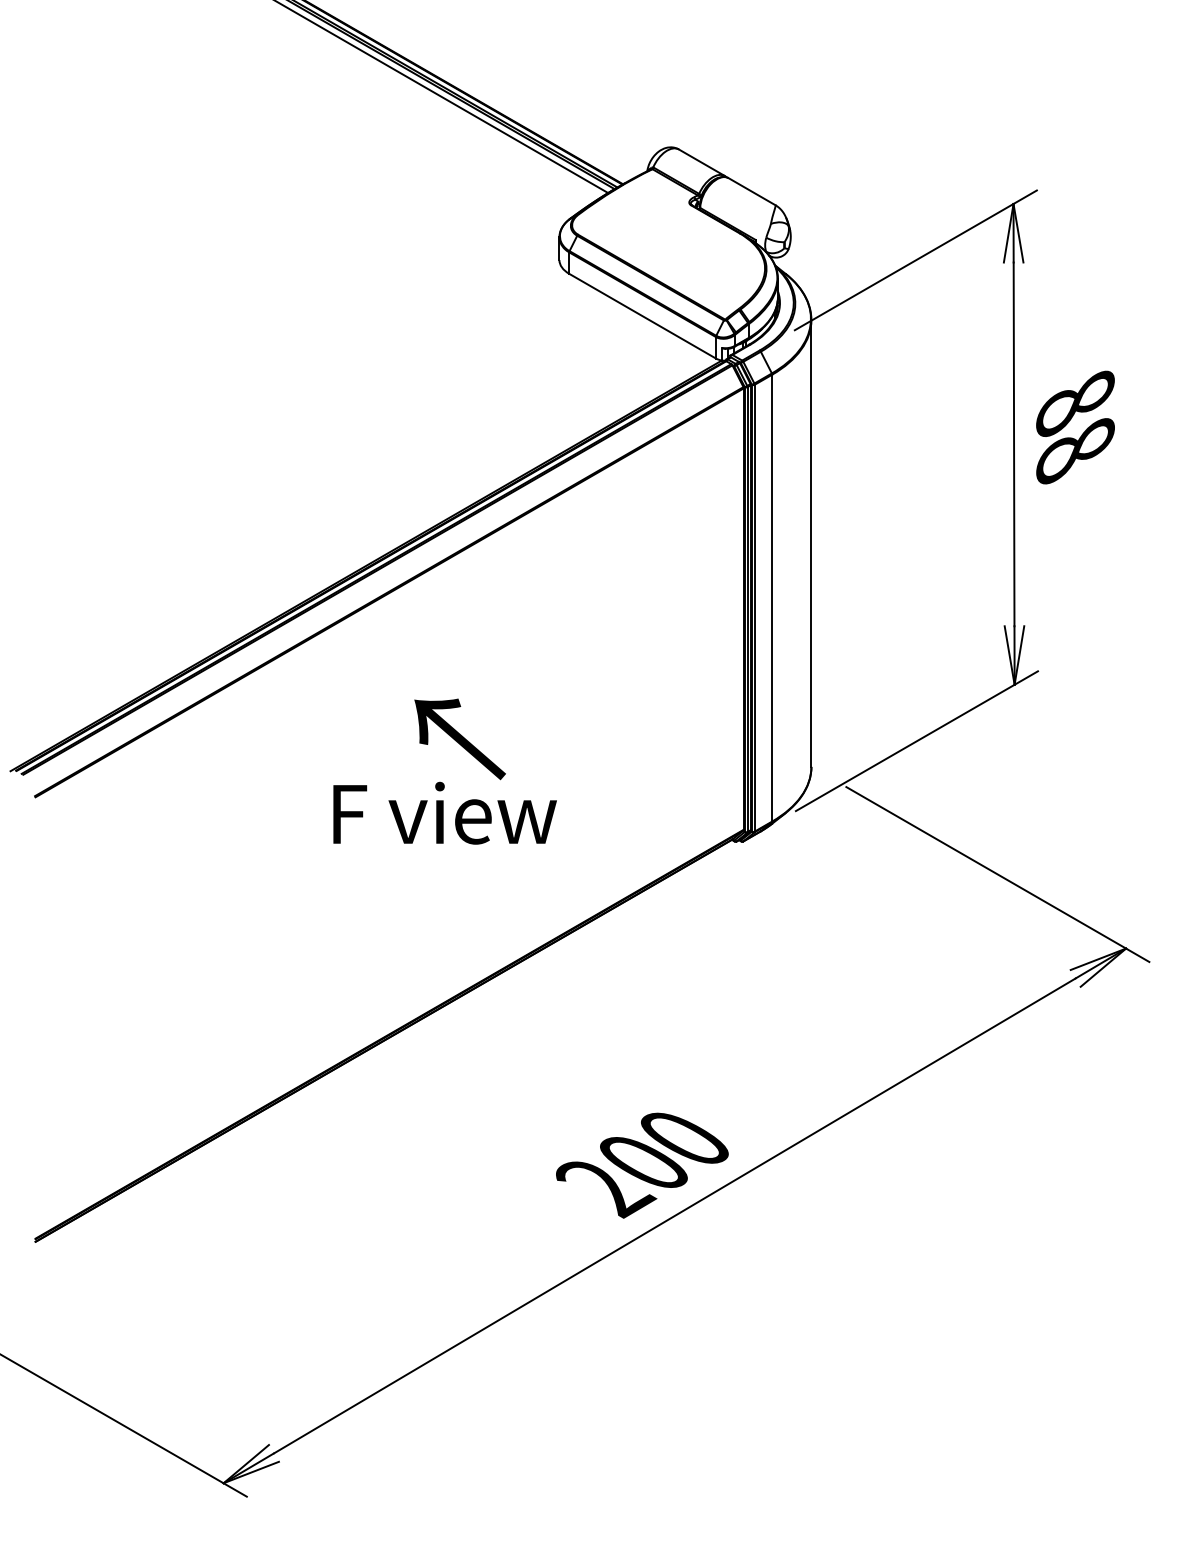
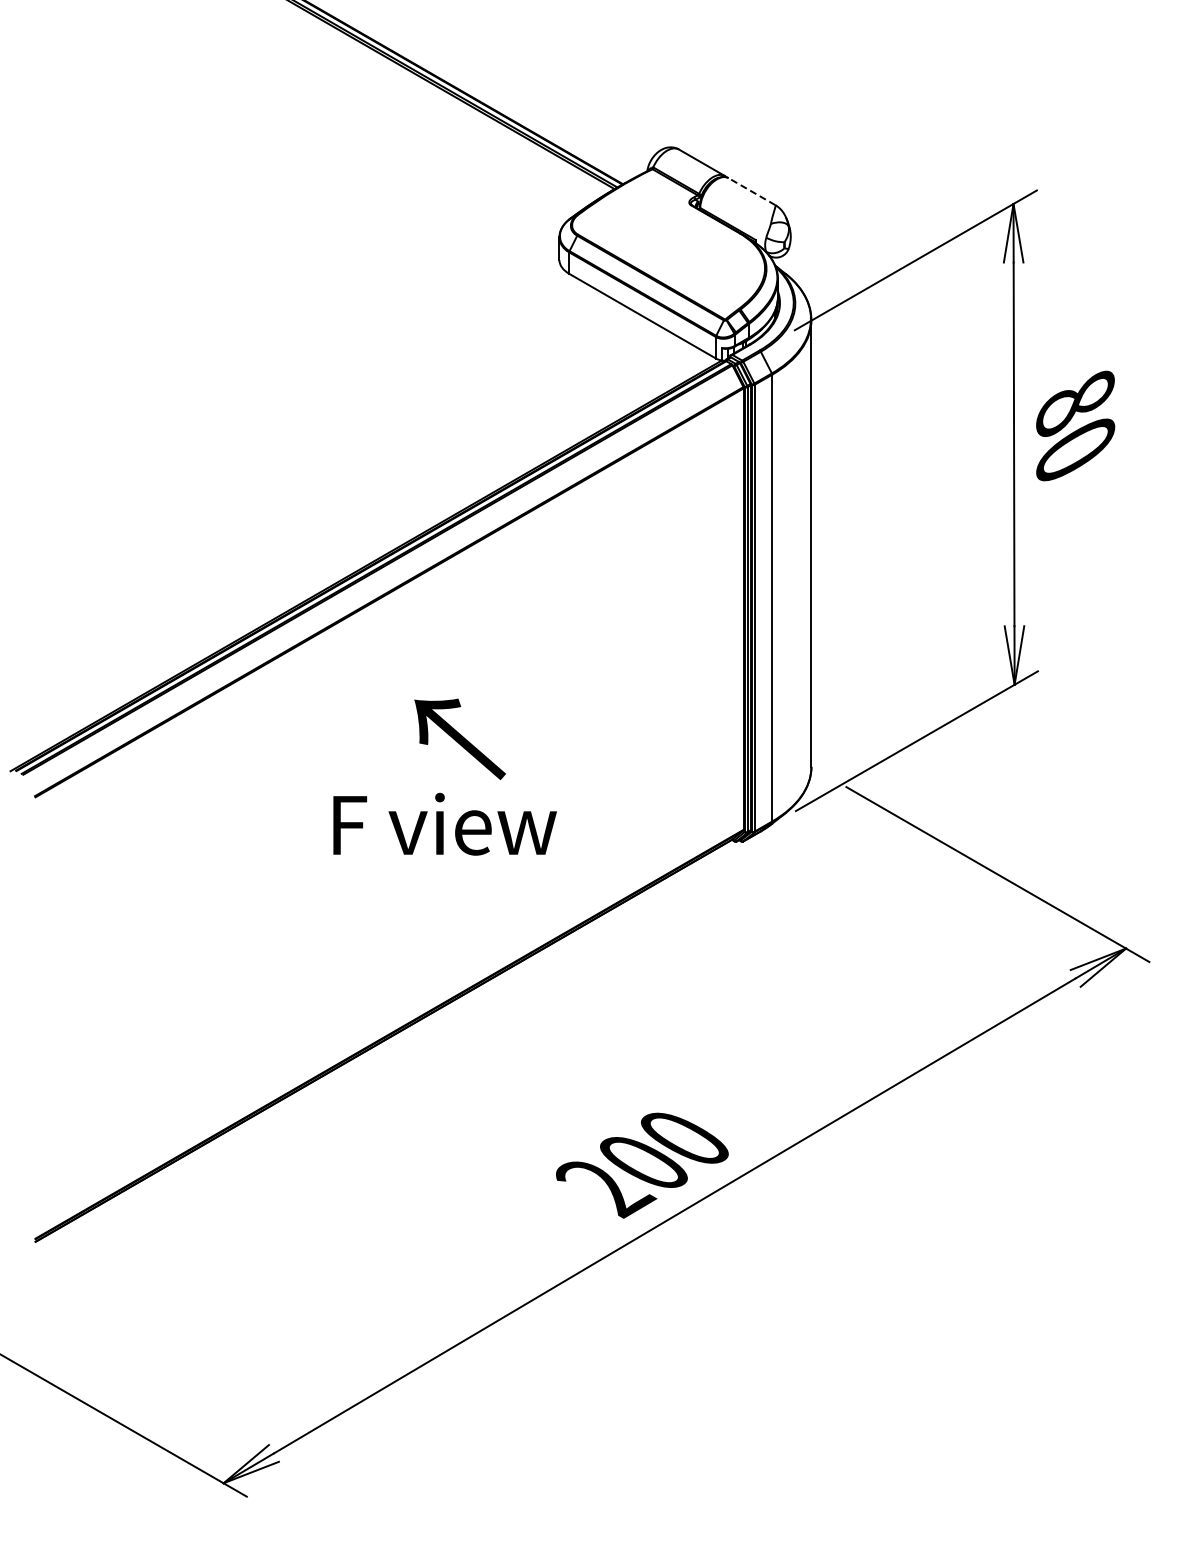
line at (442, 97): present -> none
line at (751, 191): solid -> dashed
text at (1075, 451): 88 -> 80
text at (444, 812) position: (444, 812) -> (444, 823)
